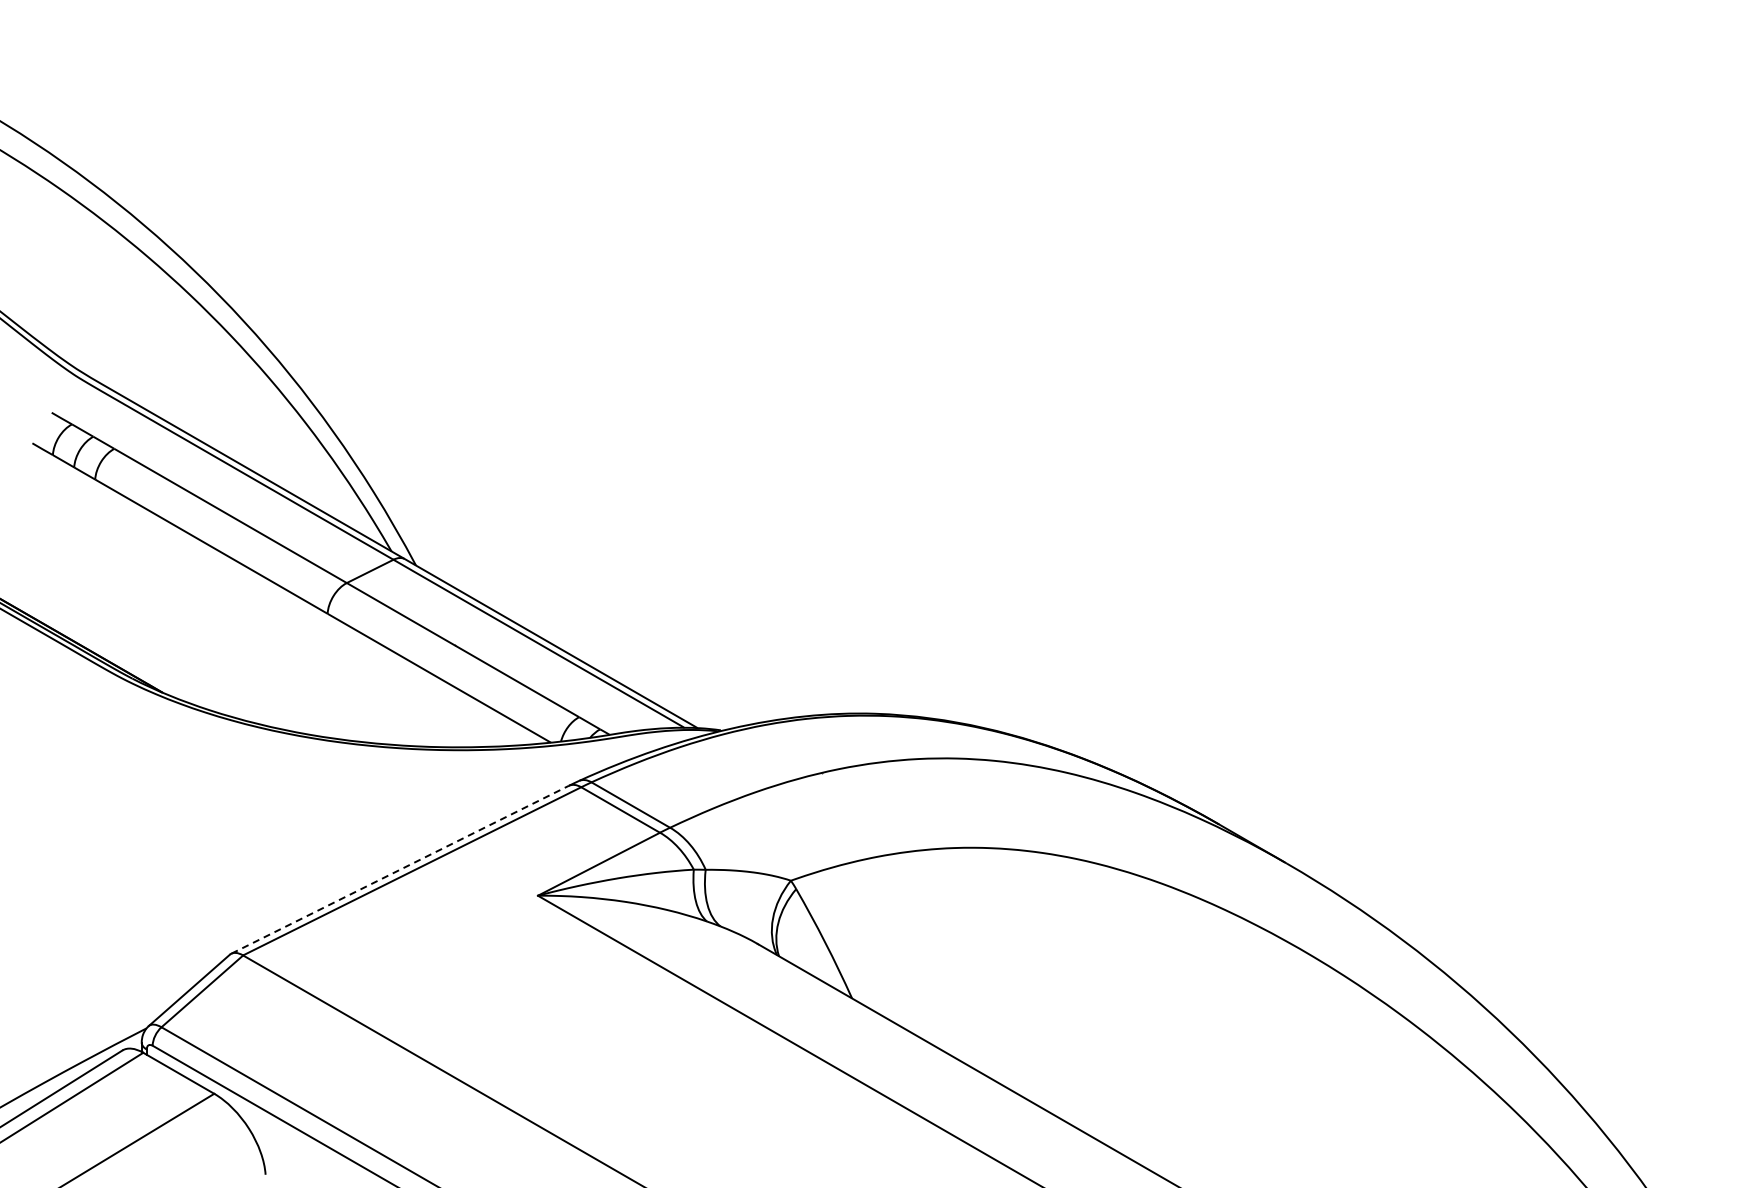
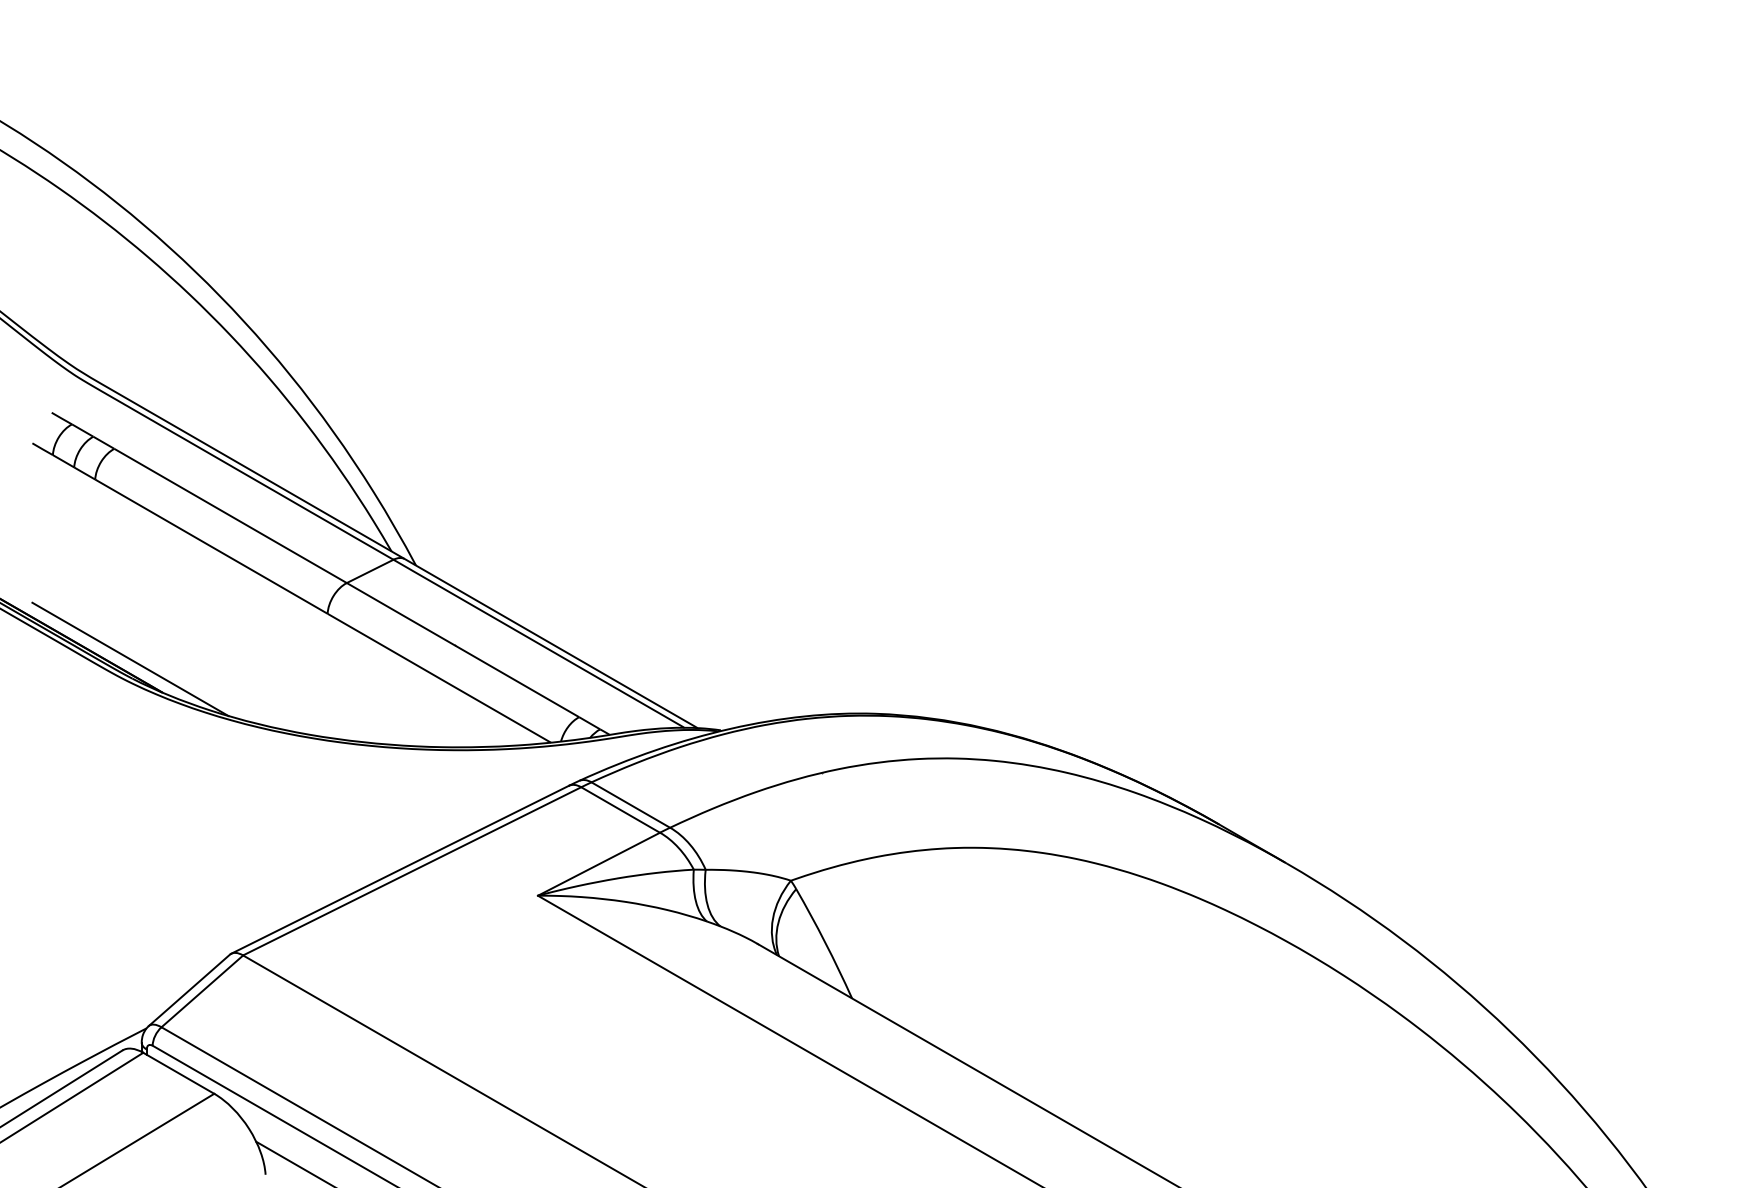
line at (130, 659): none -> present
line at (400, 869): dashed -> solid
line at (293, 1162): none -> present
